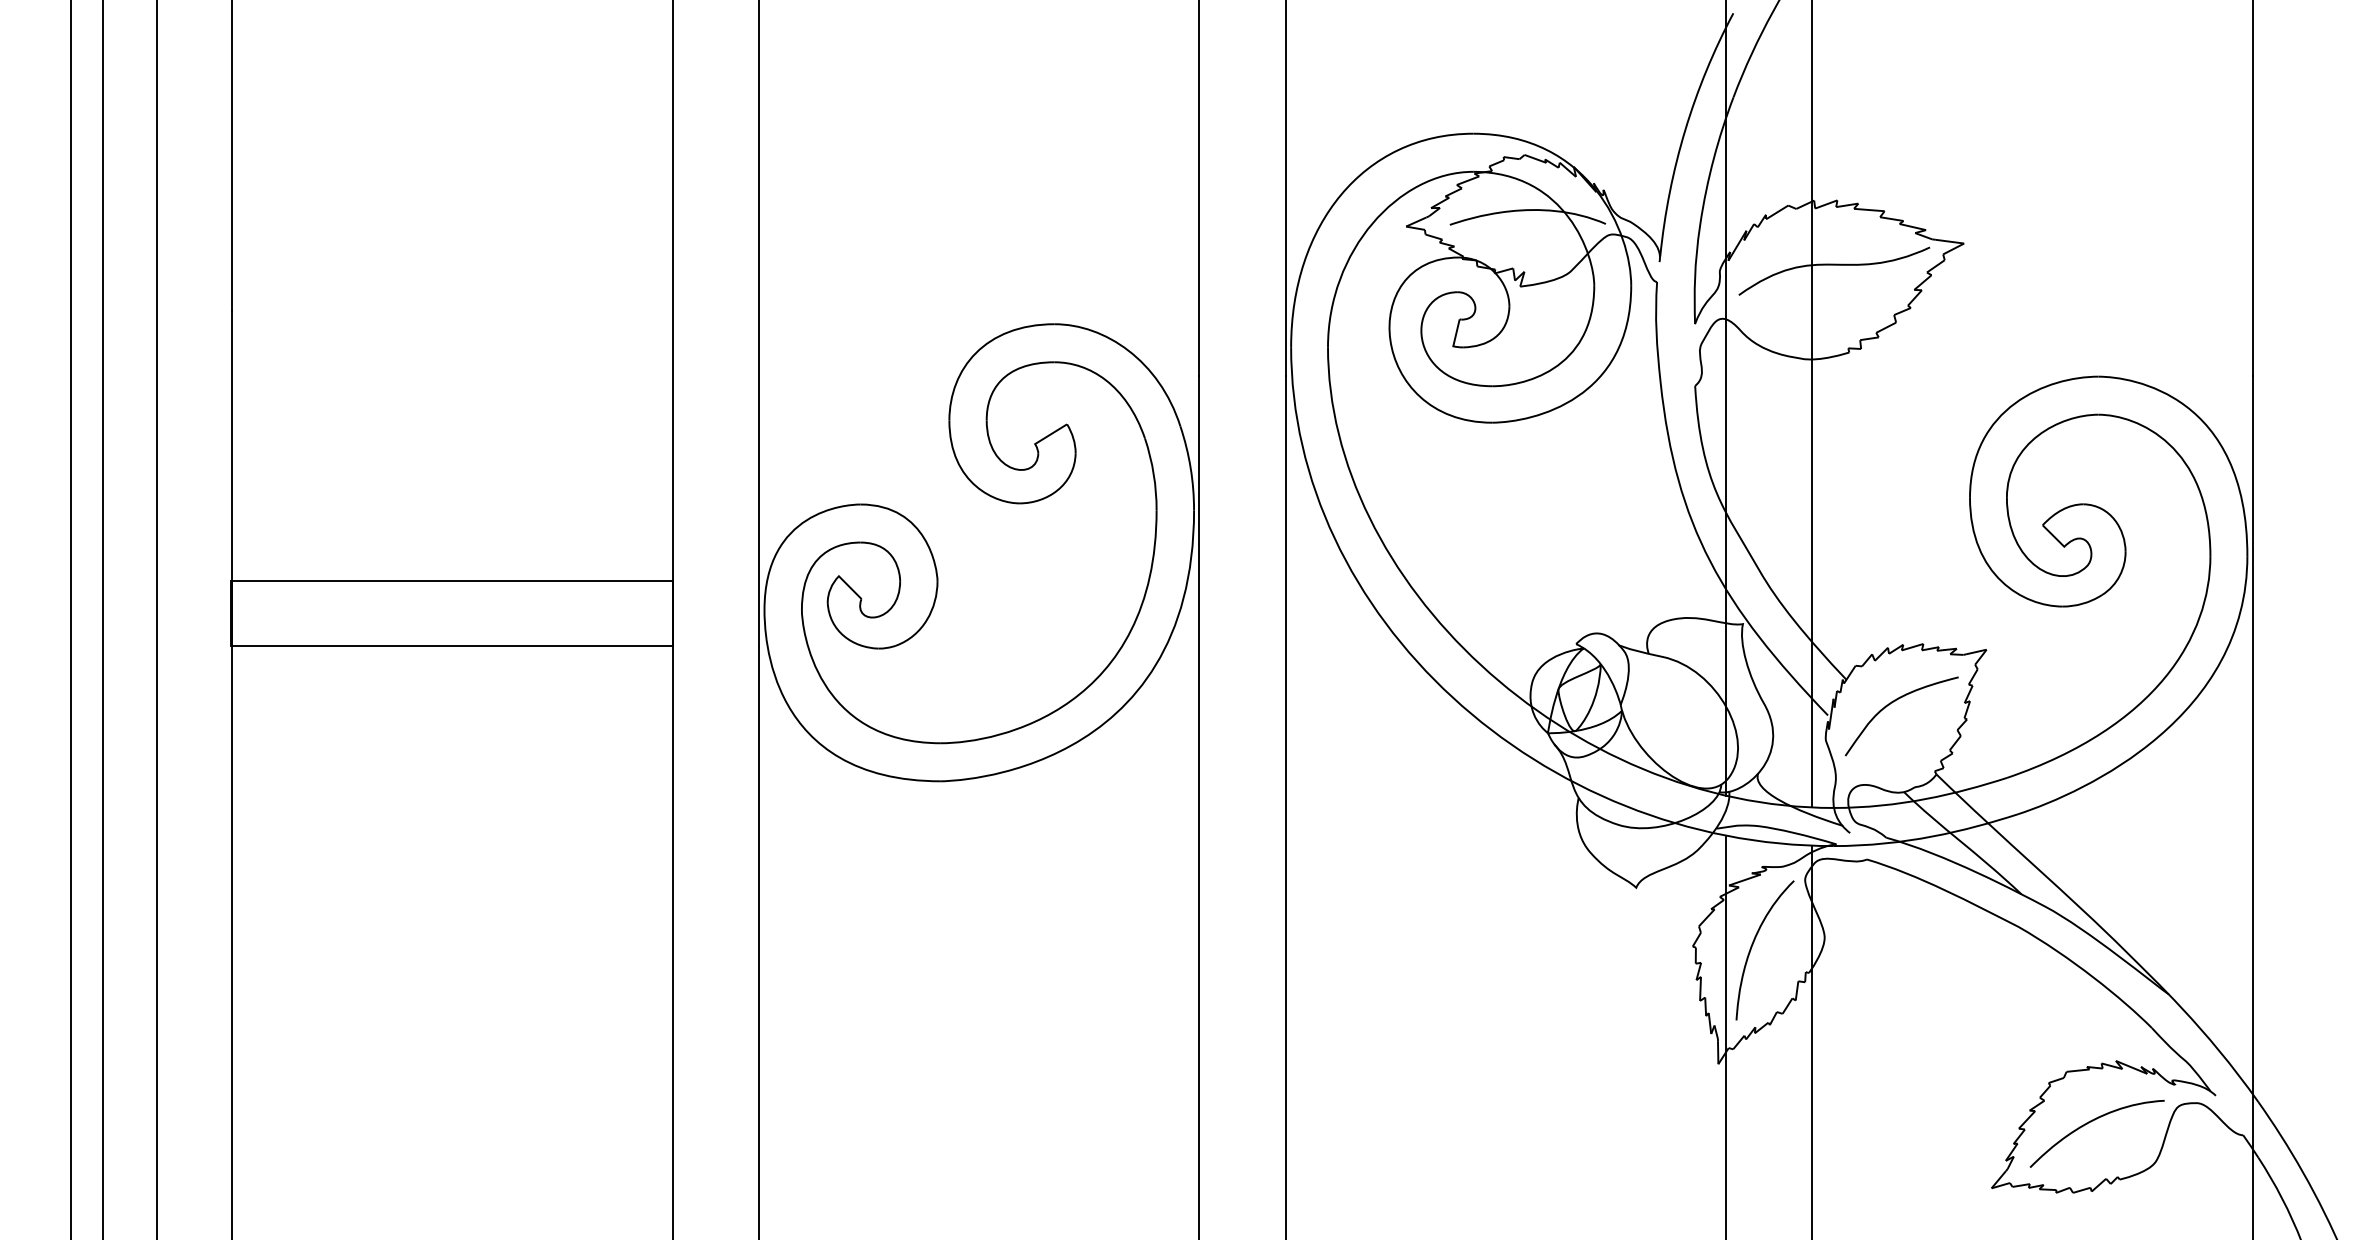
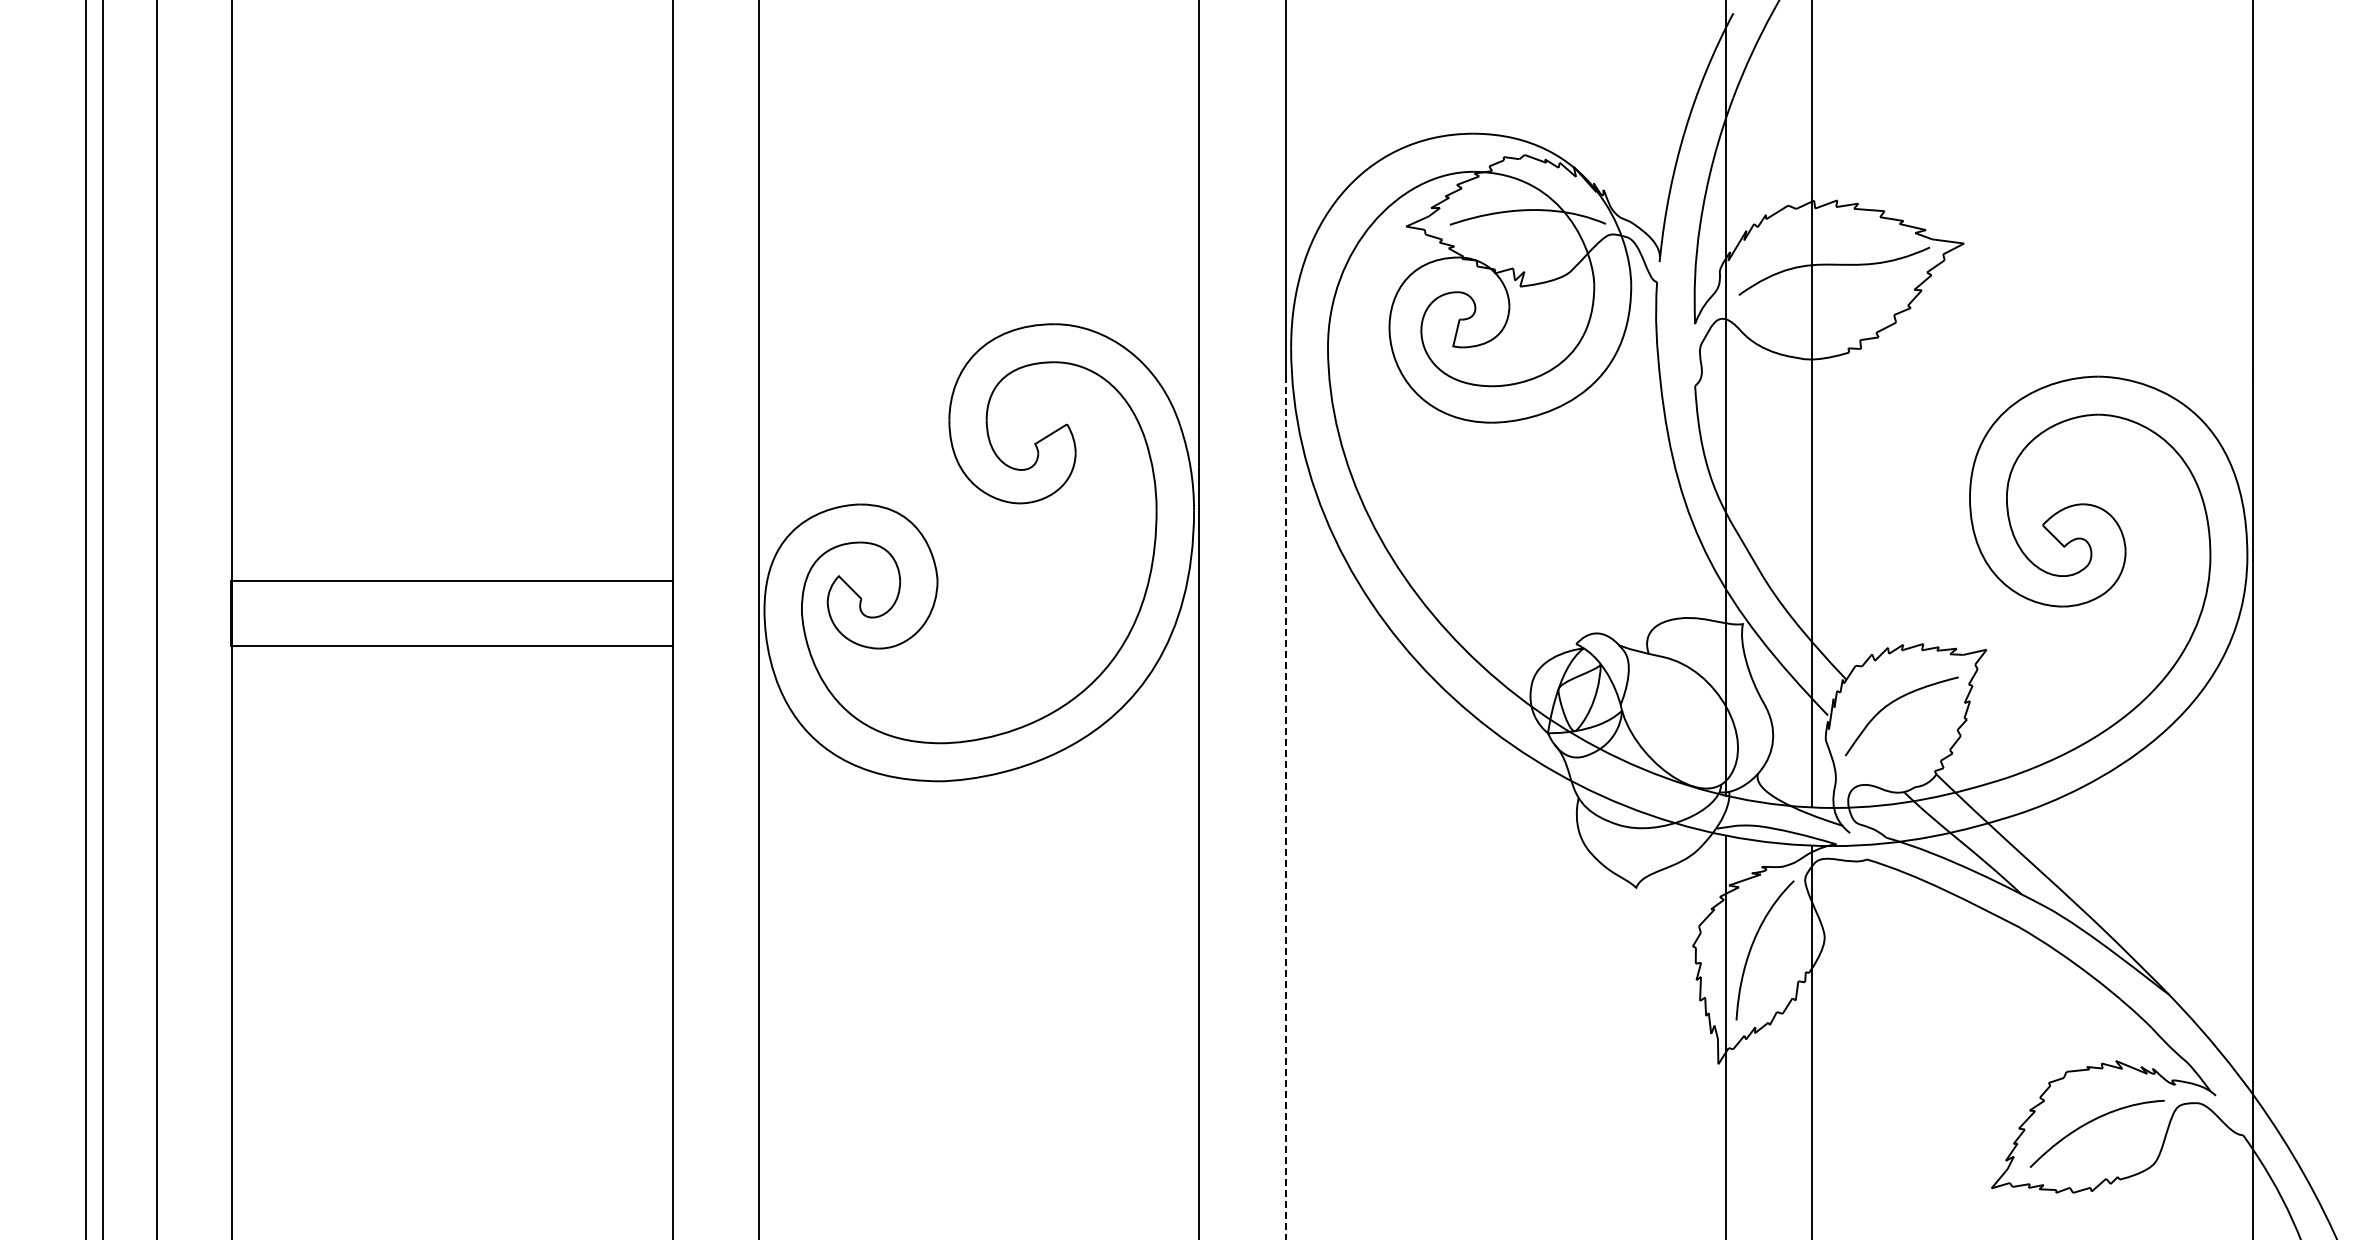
line at (70, 619) position: (70, 619) -> (85, 619)
line at (1285, 808): solid -> dashed
